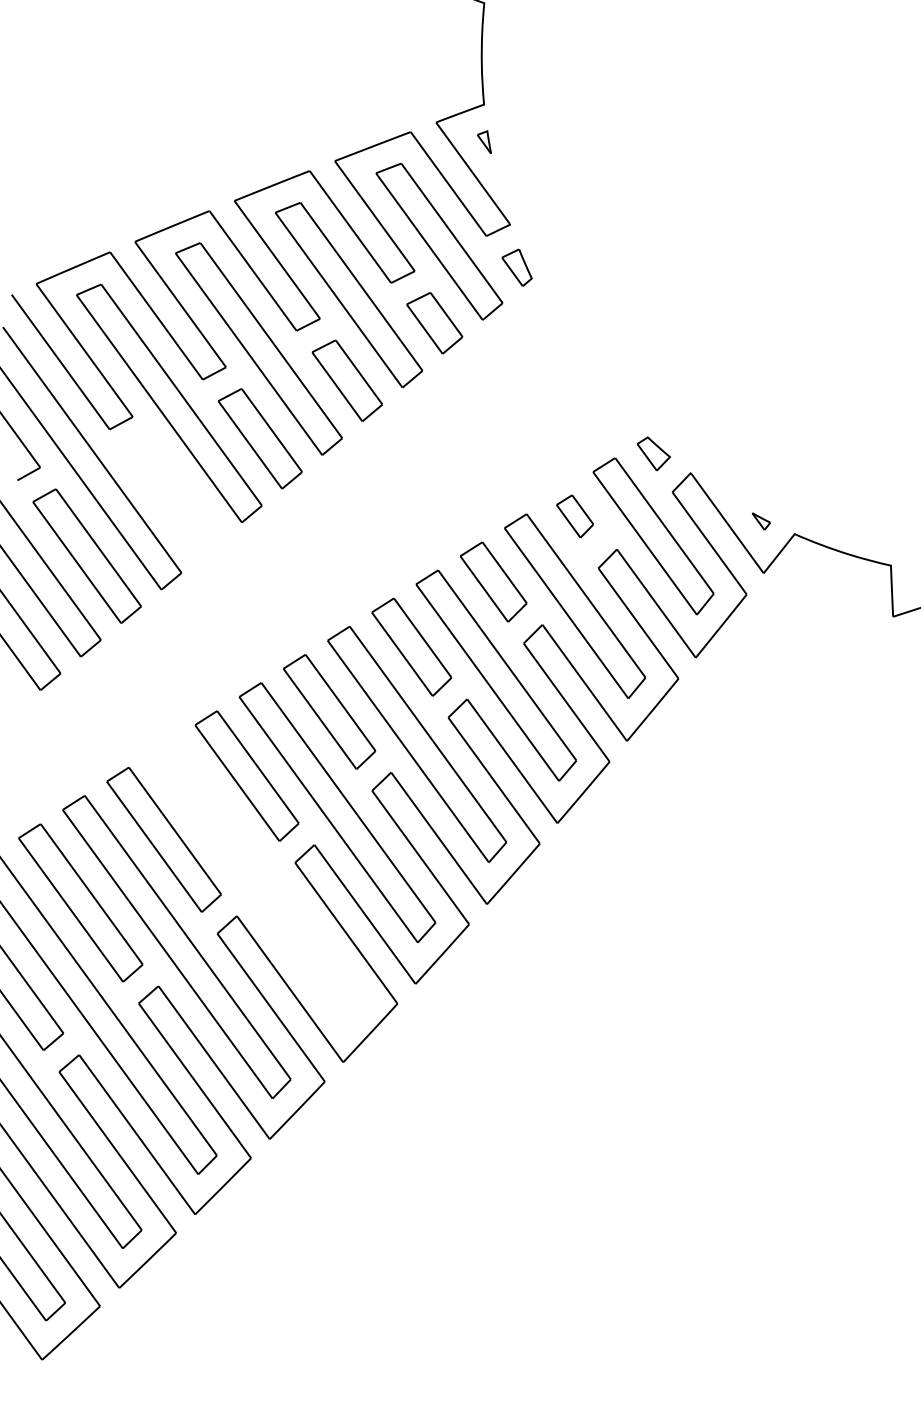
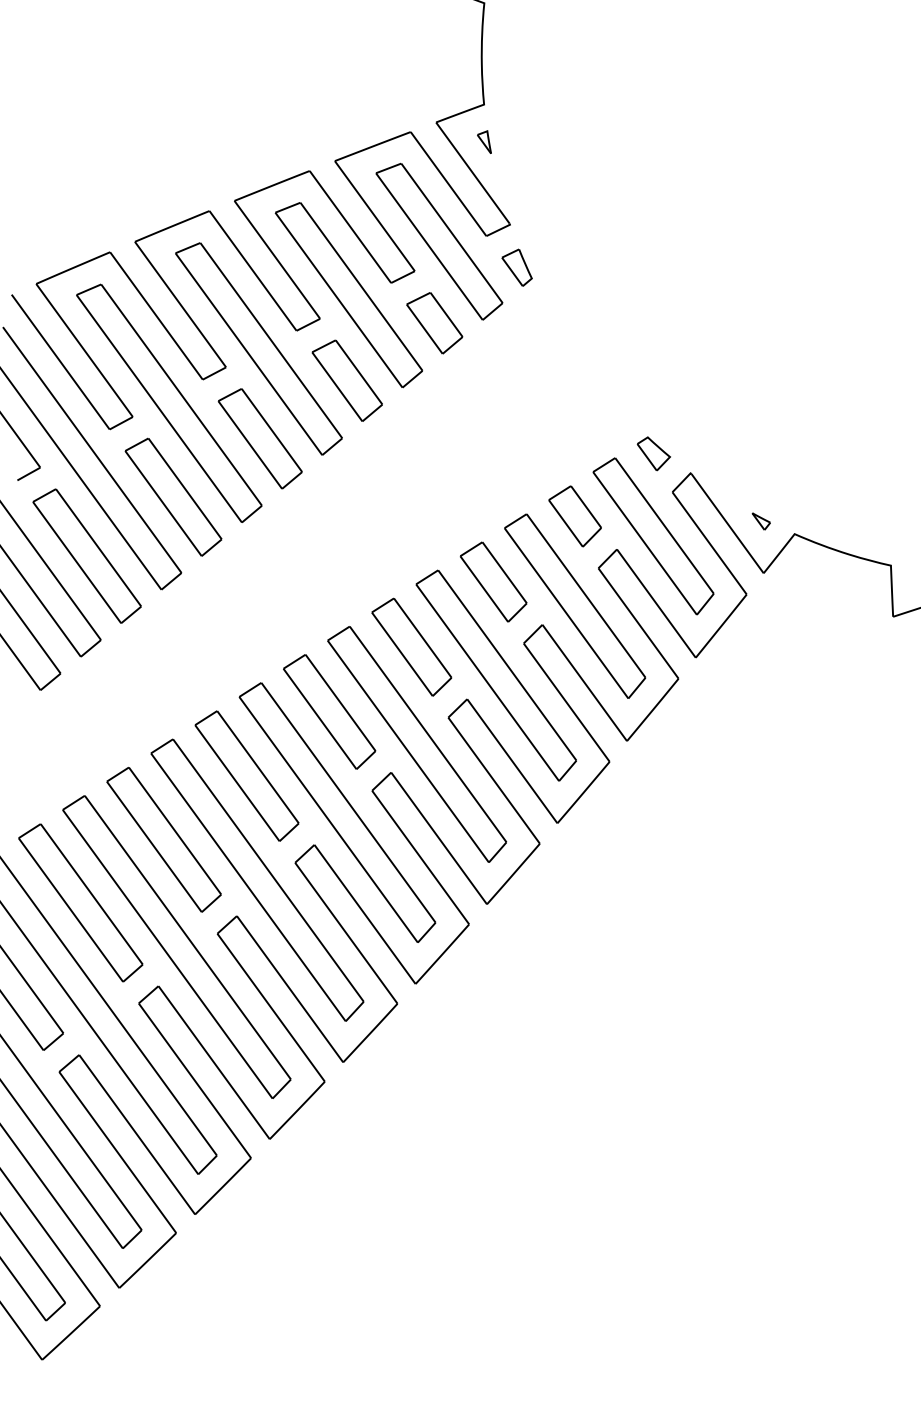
part at (173, 496): none -> present
part at (574, 516) size: 38x45 px -> 54x63 px
part at (257, 879): none -> present
